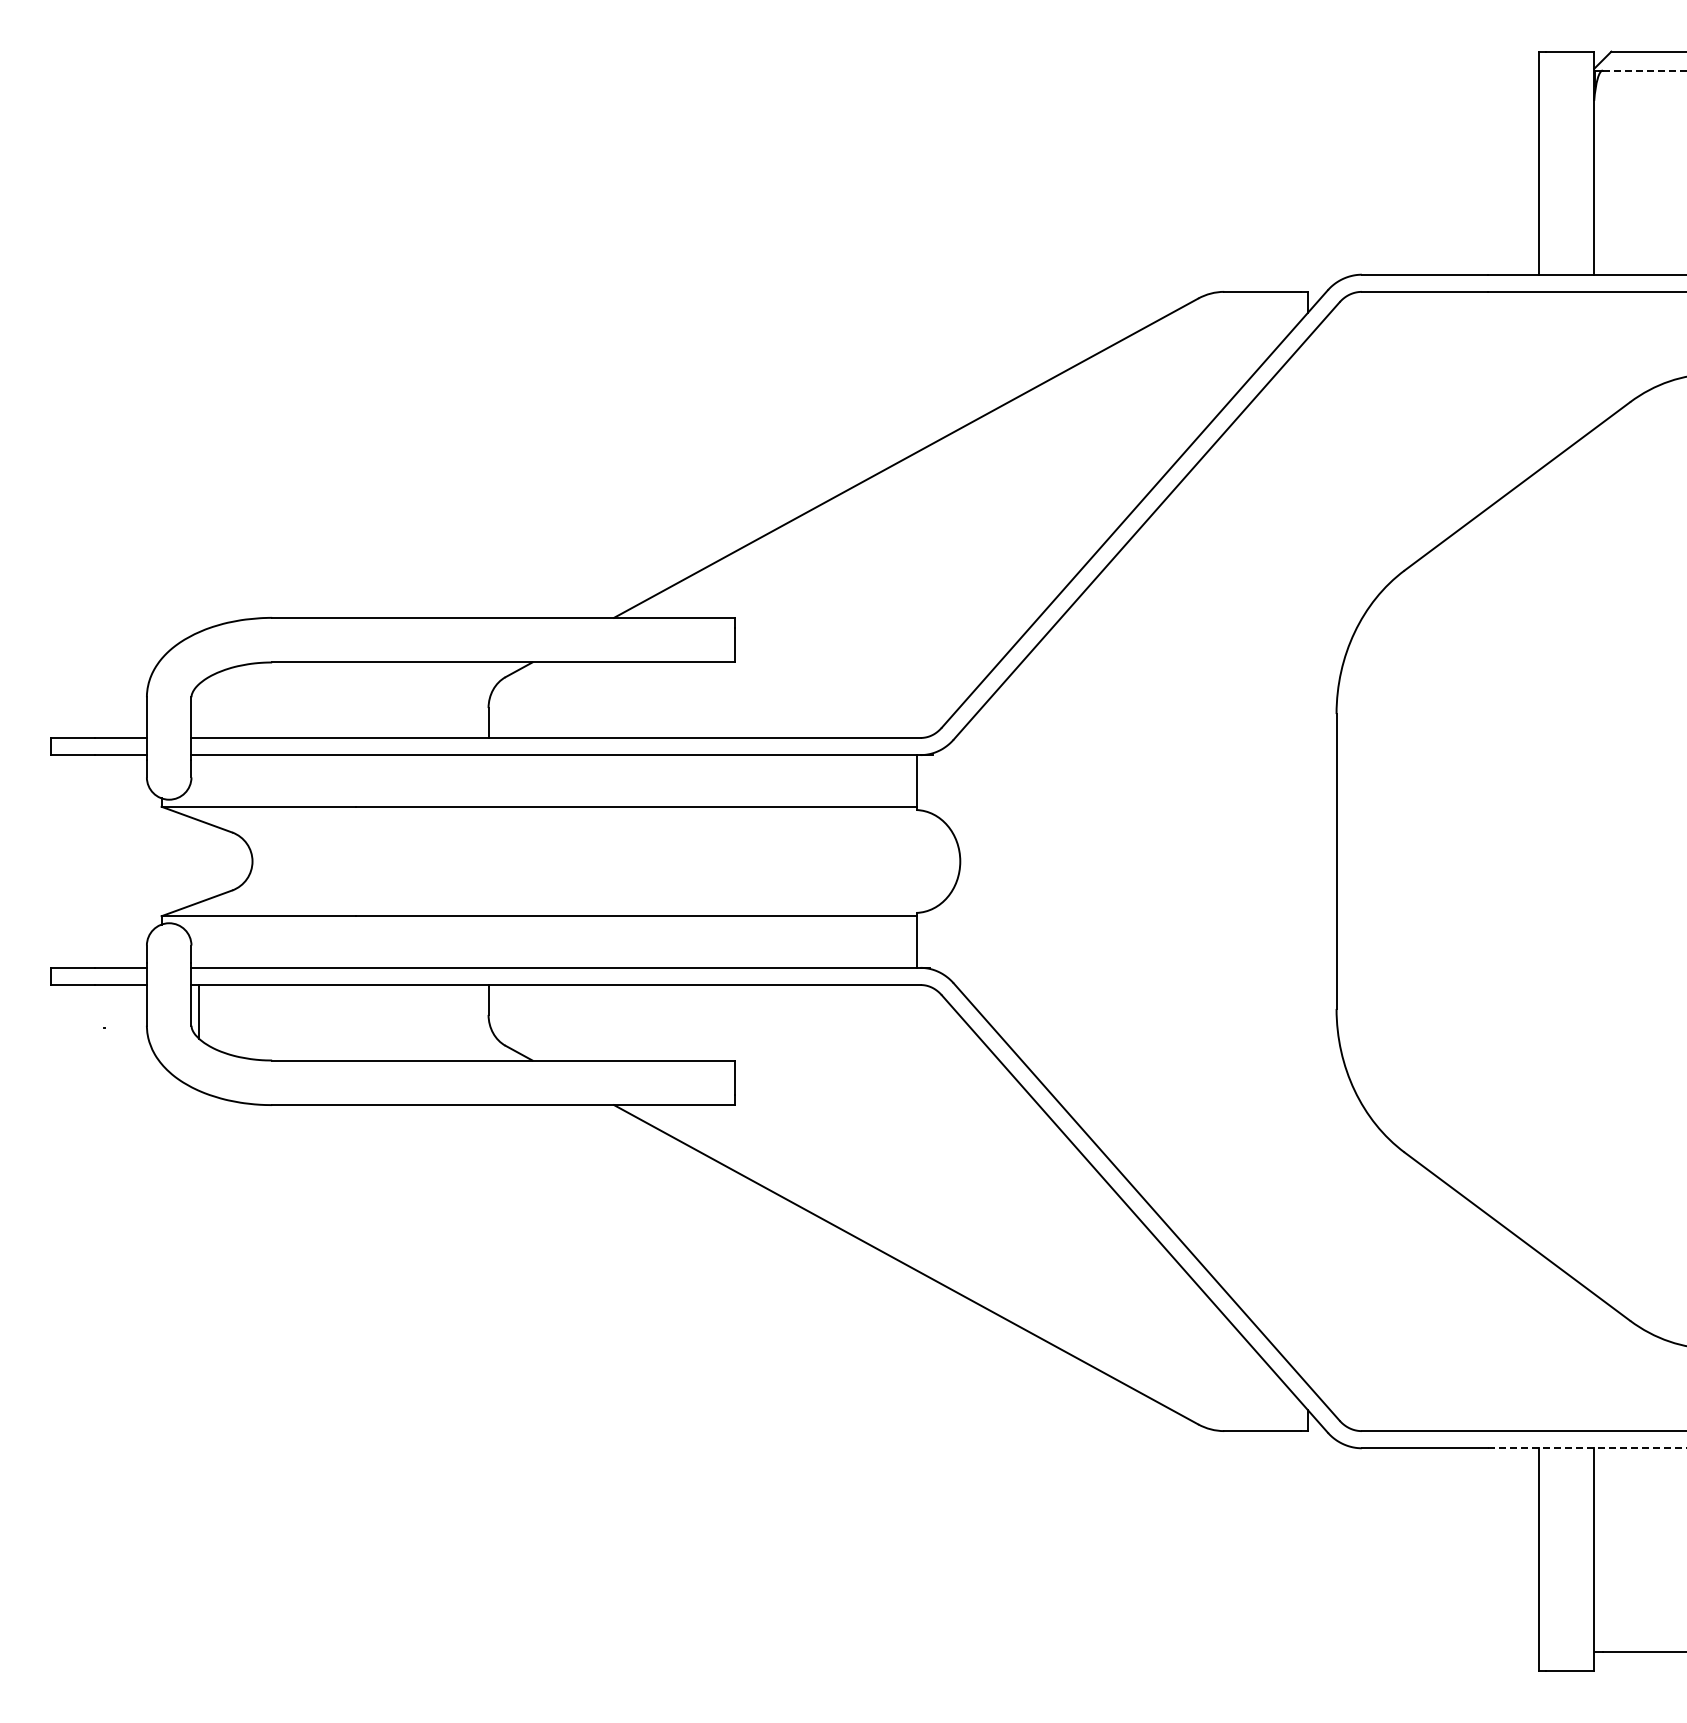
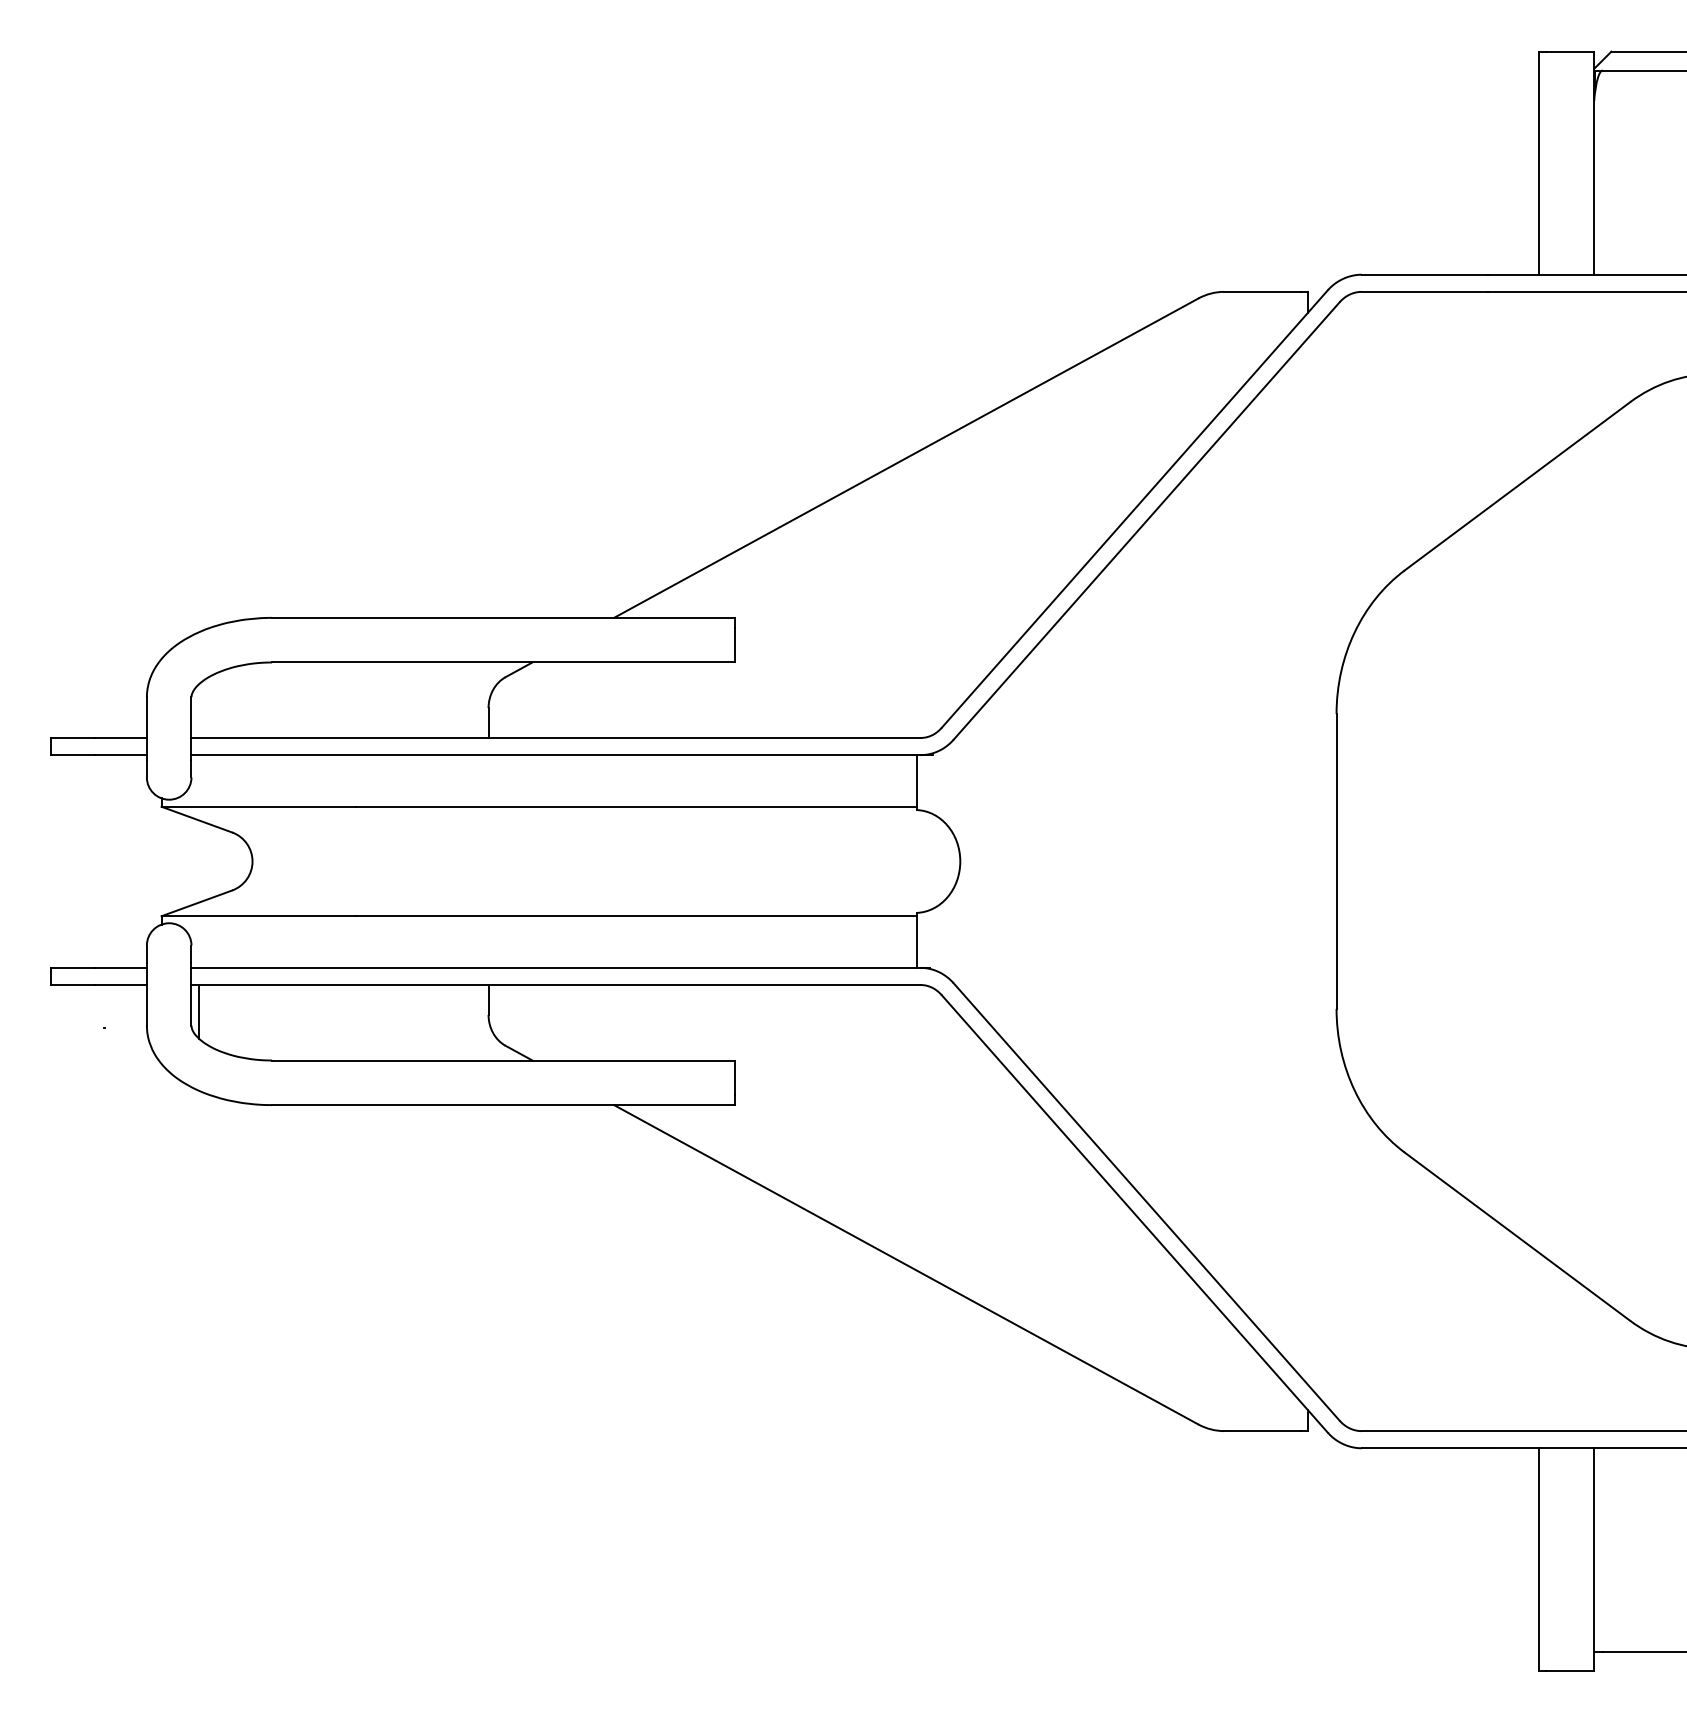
line at (1644, 70): dashed -> solid
line at (1587, 1448): dashed -> solid
